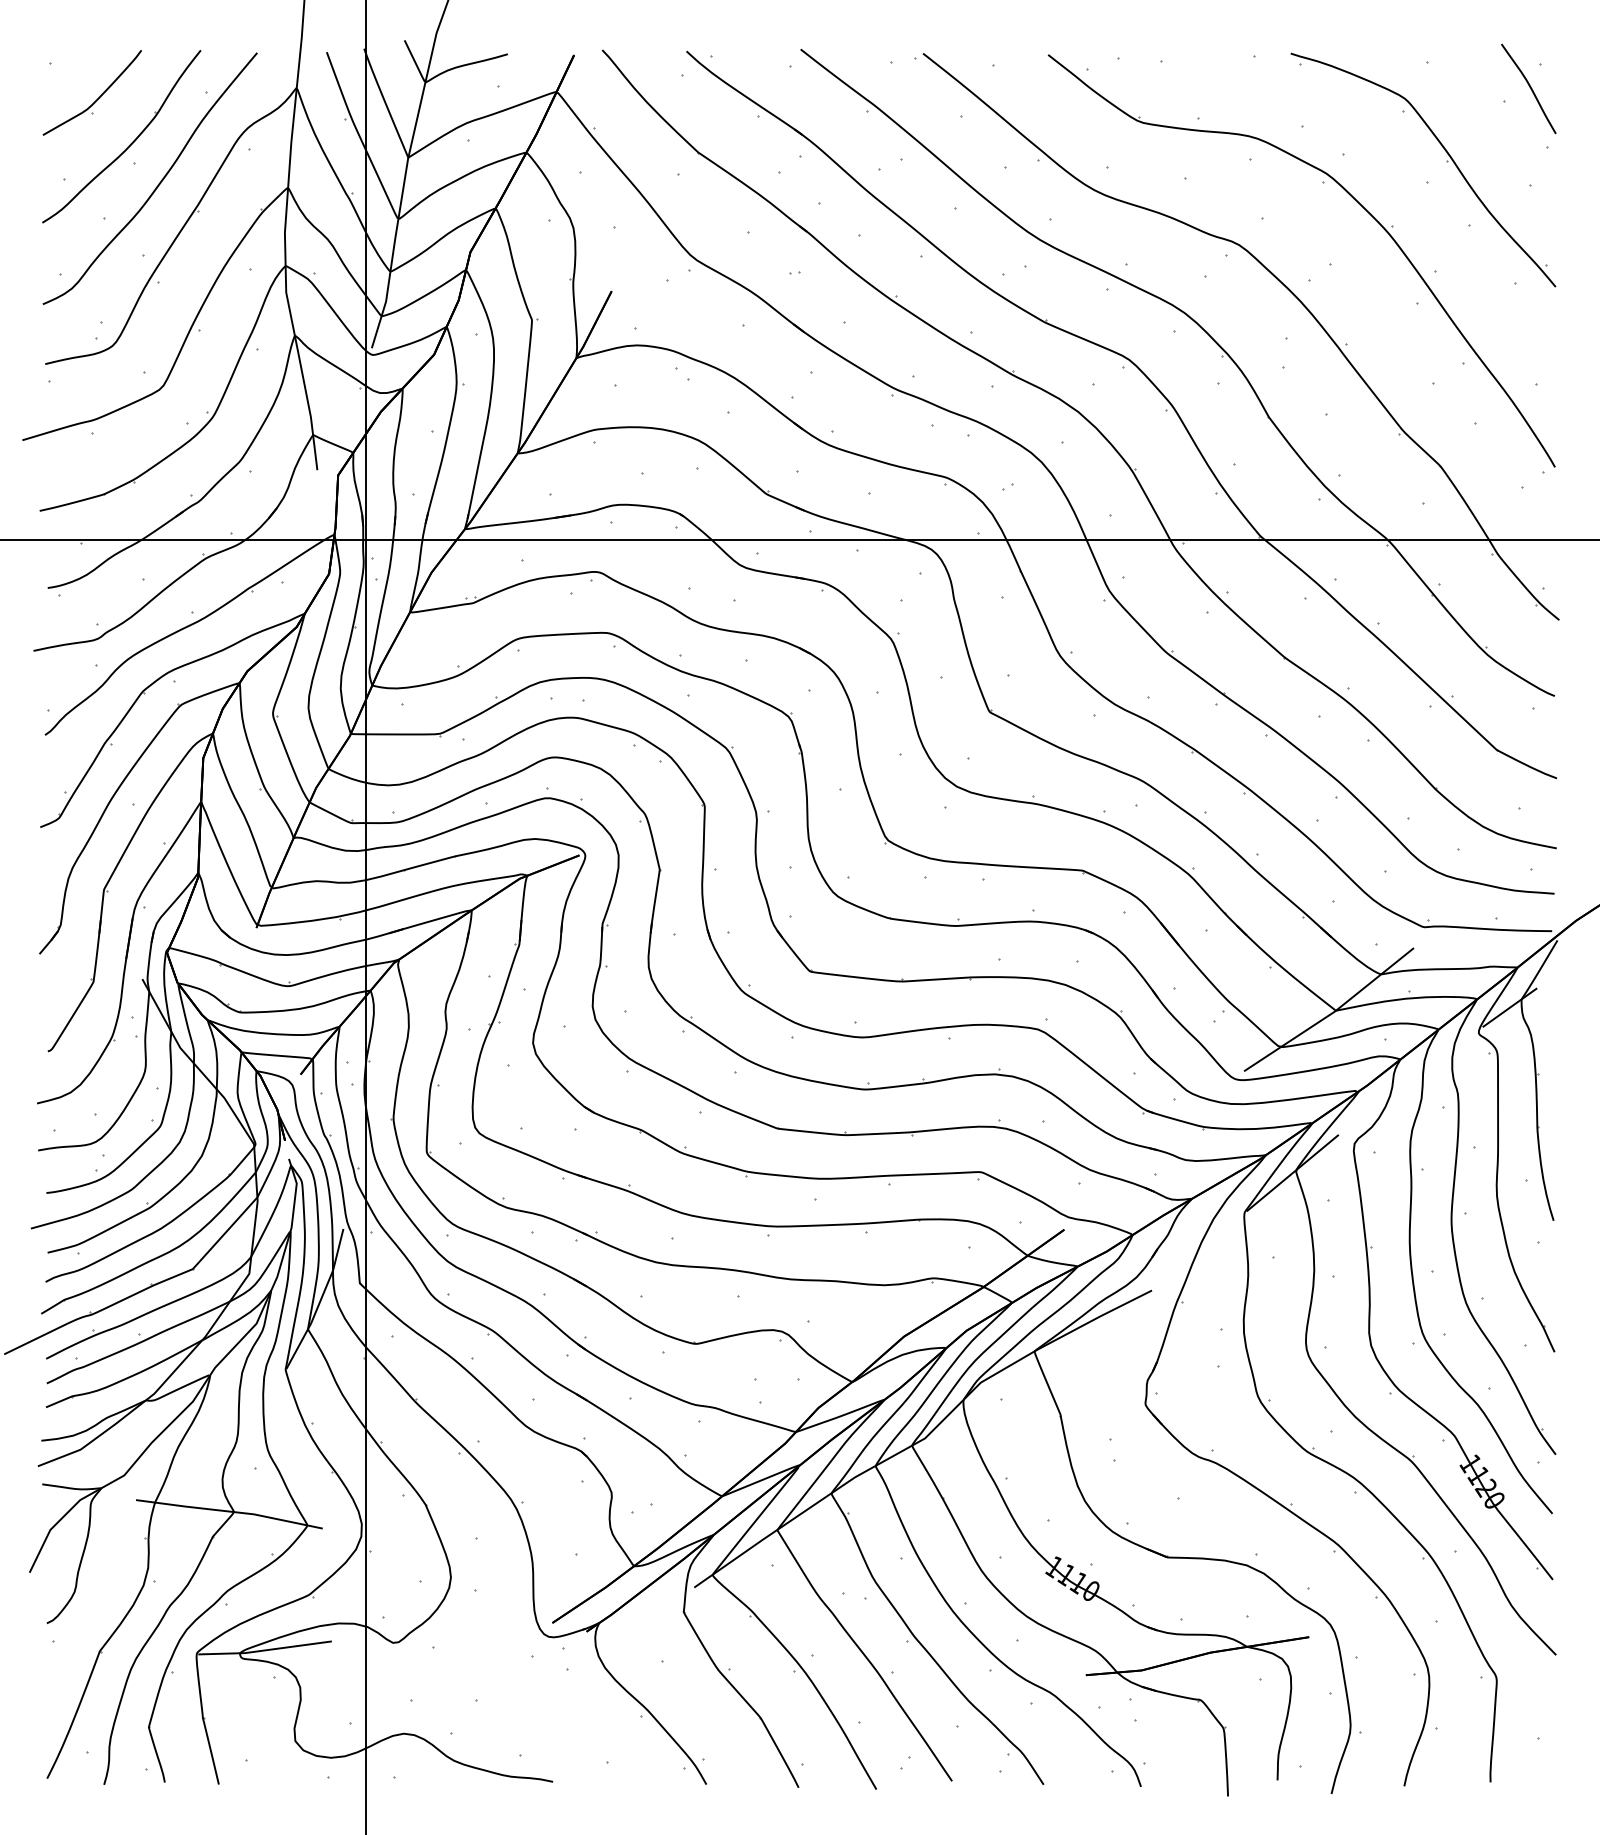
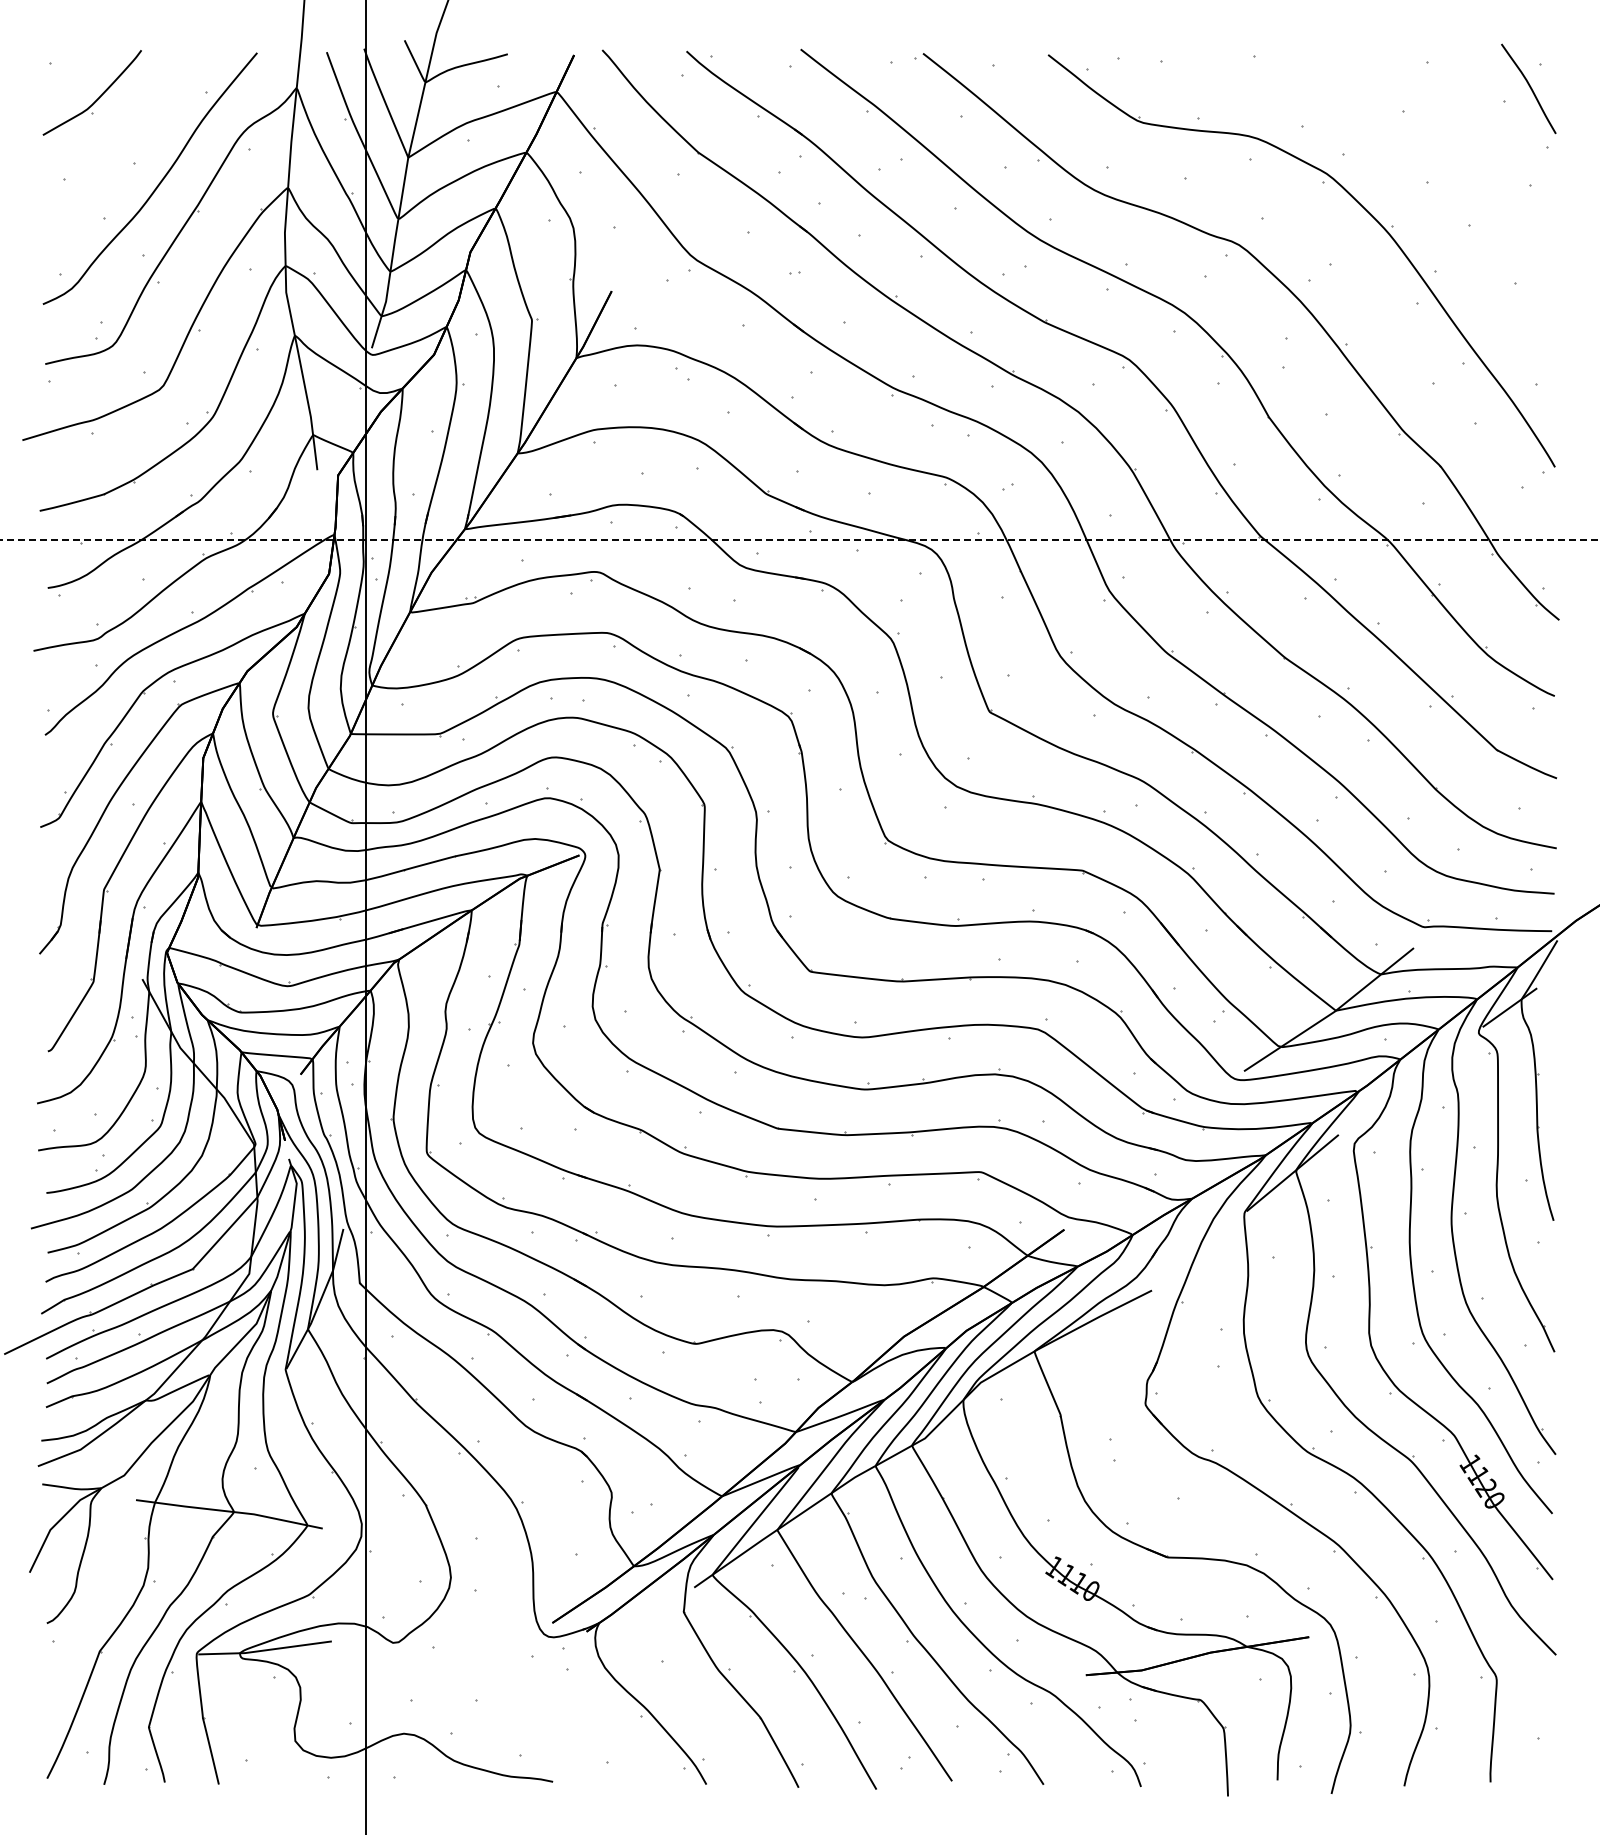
part at (129, 144): present -> none
part at (1446, 161): present -> none
line at (799, 539): solid -> dashed
